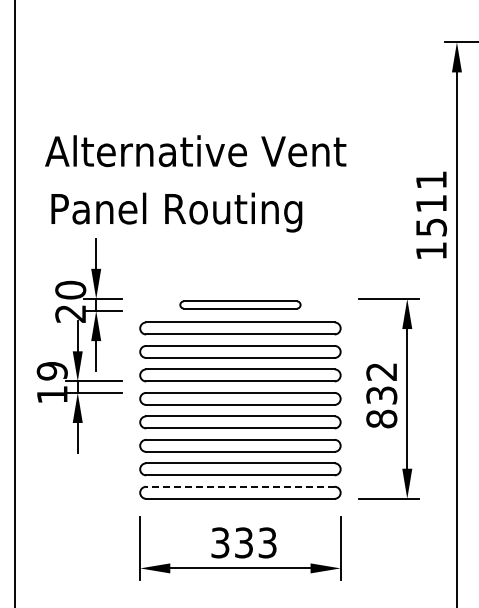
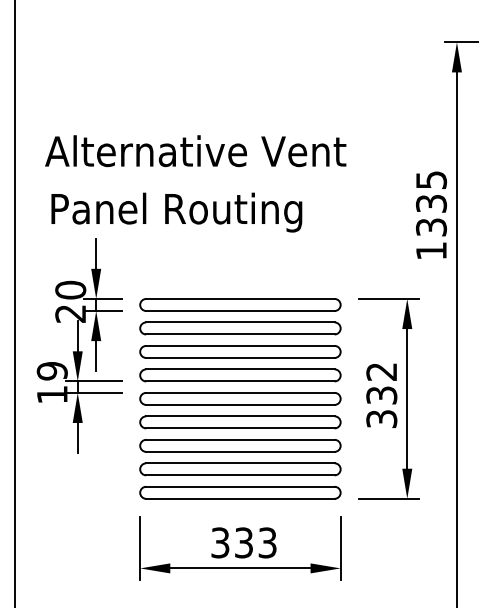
text at (431, 203): 1511 -> 1335
part at (240, 304) size: 123x10 px -> 203x14 px
text at (381, 418): 832 -> 332
line at (239, 486): dashed -> solid
